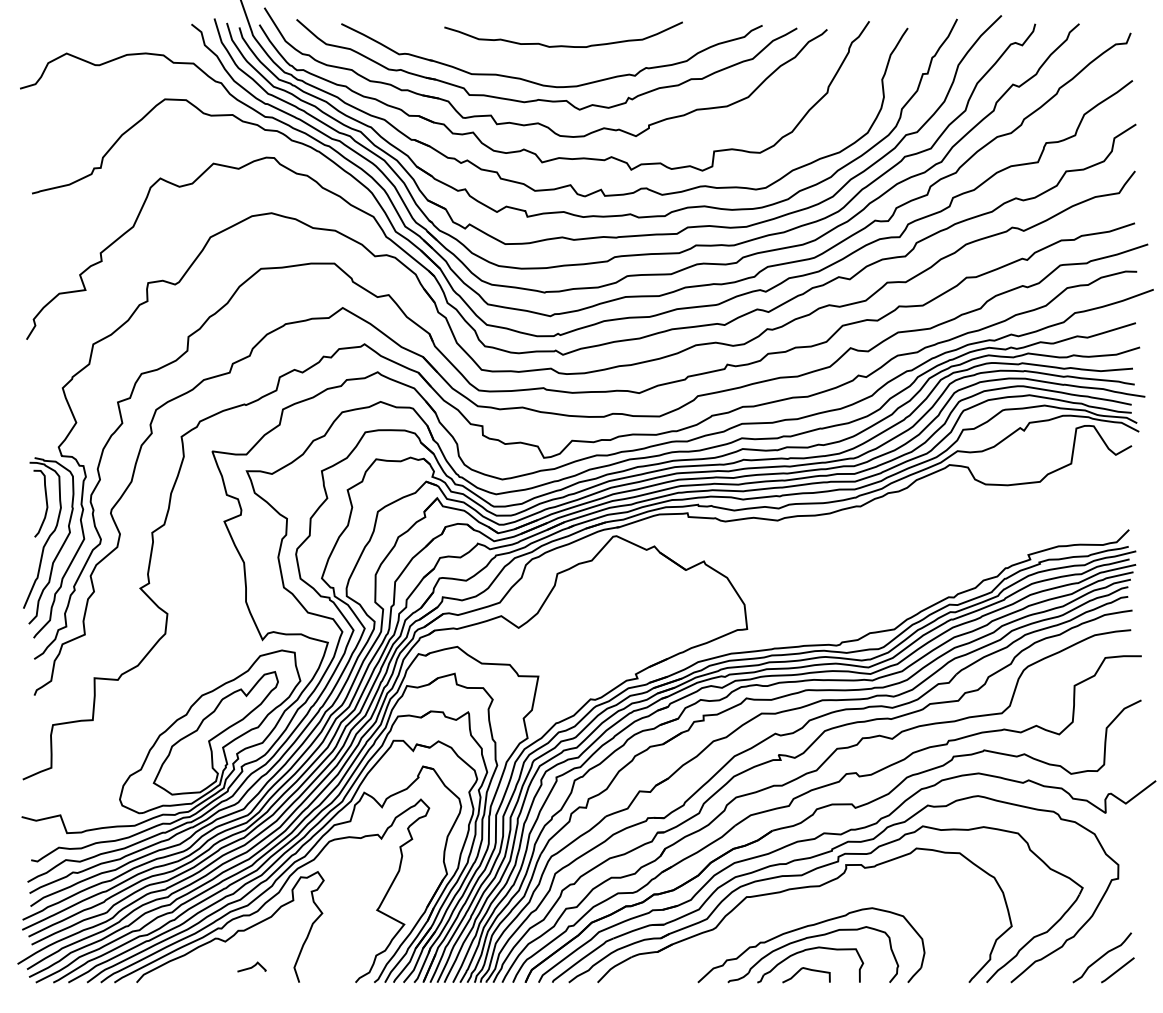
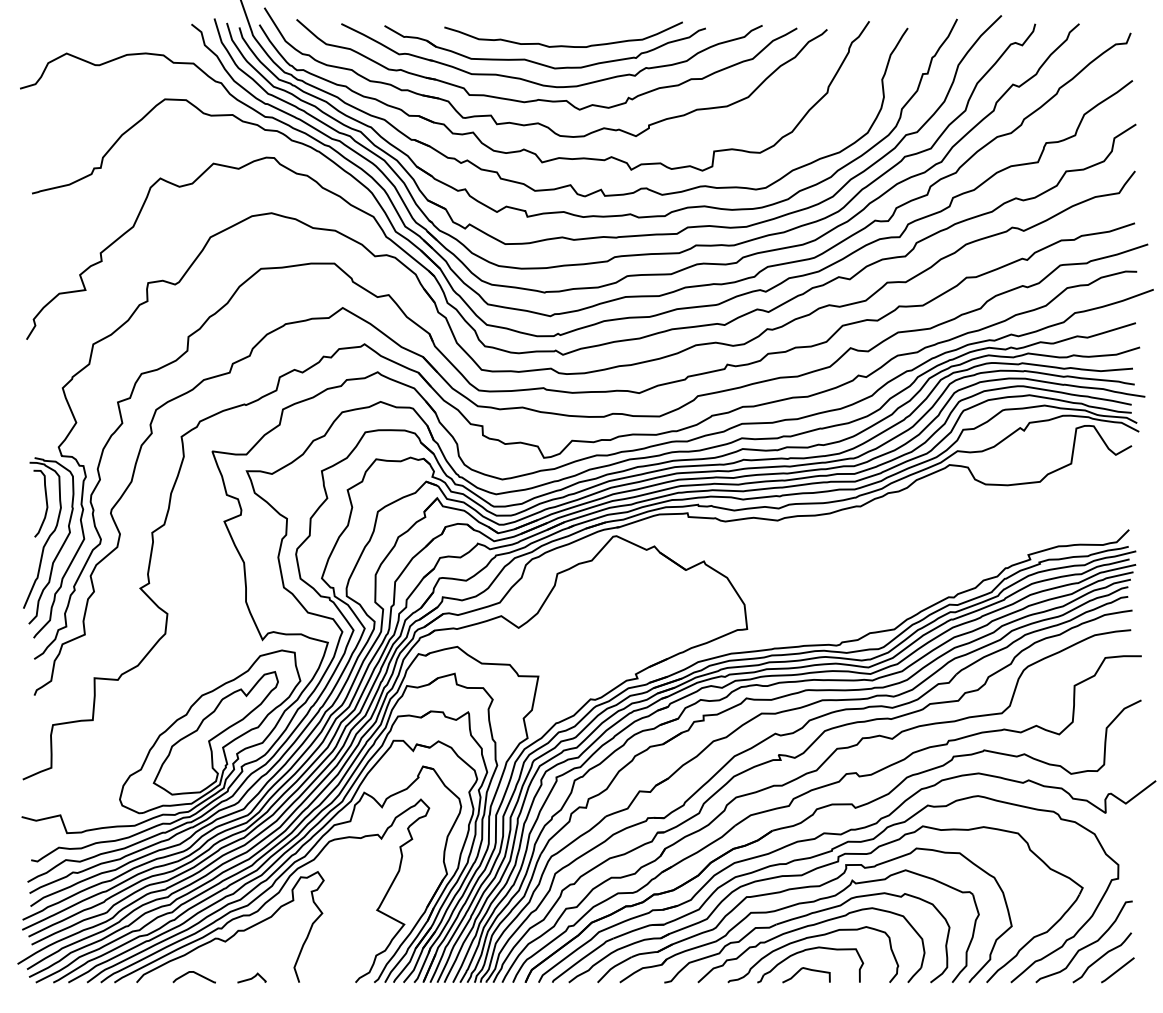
part at (542, 63): none -> present
part at (796, 919): none -> present
curve at (1086, 945): none -> present
curve at (251, 966) position: (251, 966) -> (251, 977)
curve at (194, 973): none -> present
